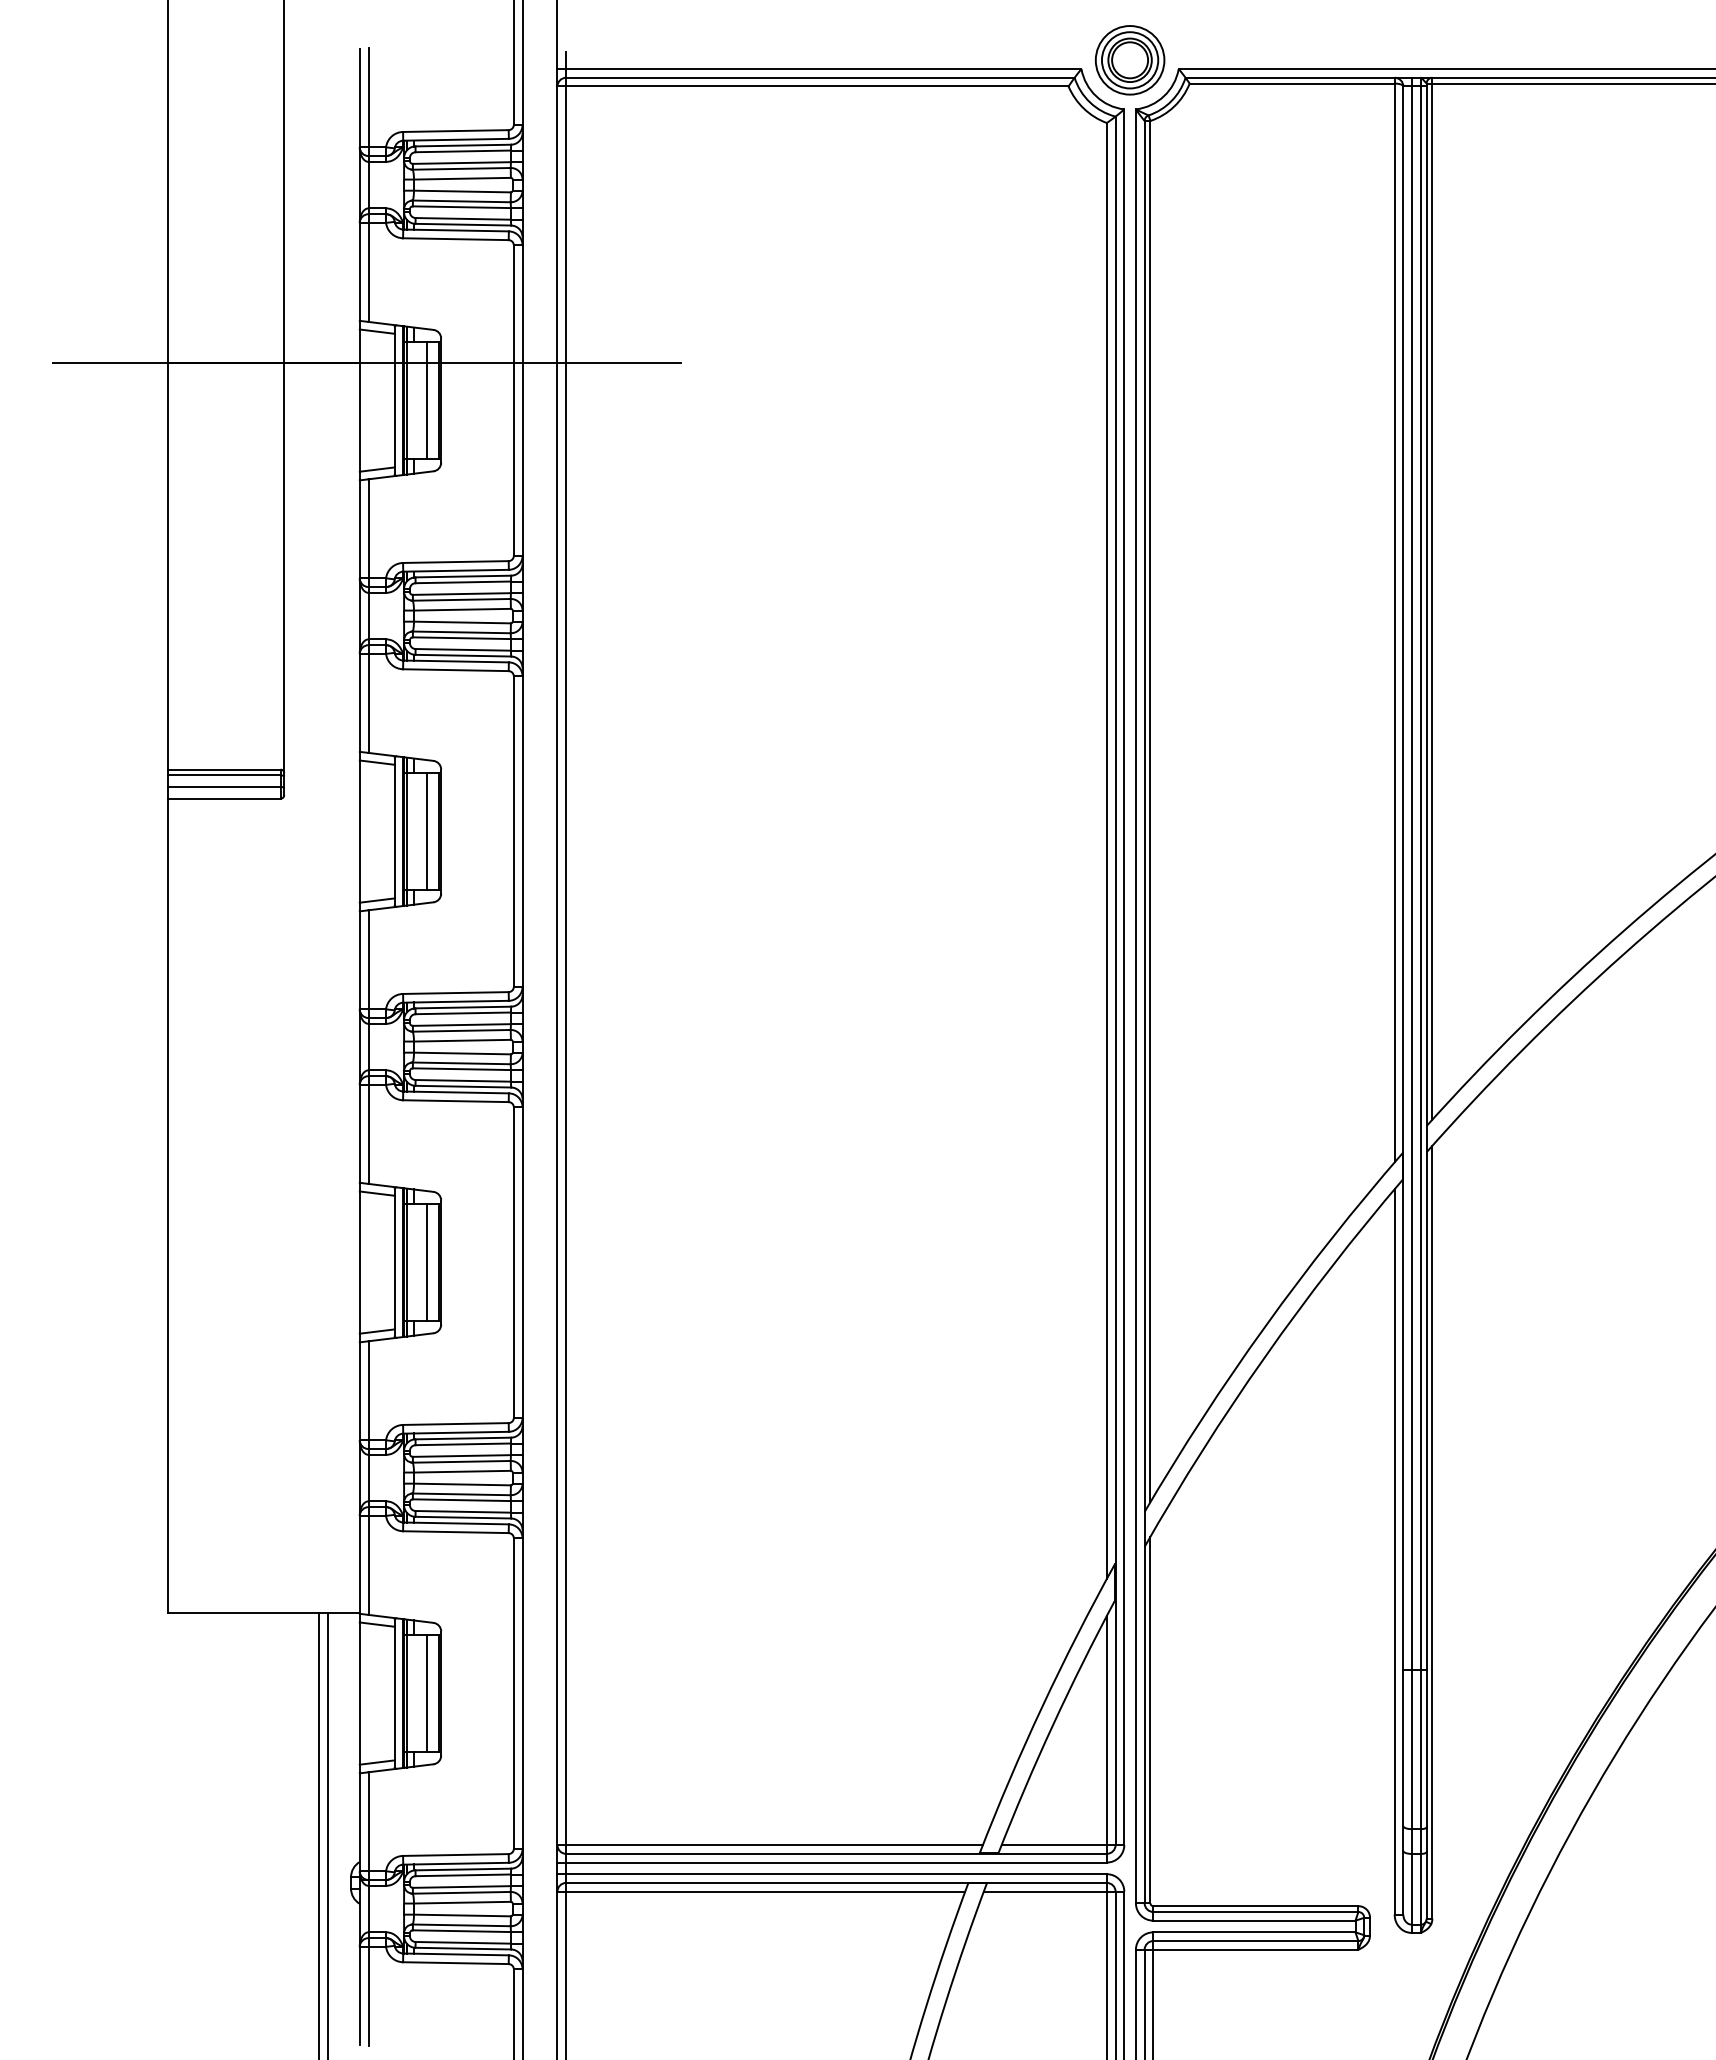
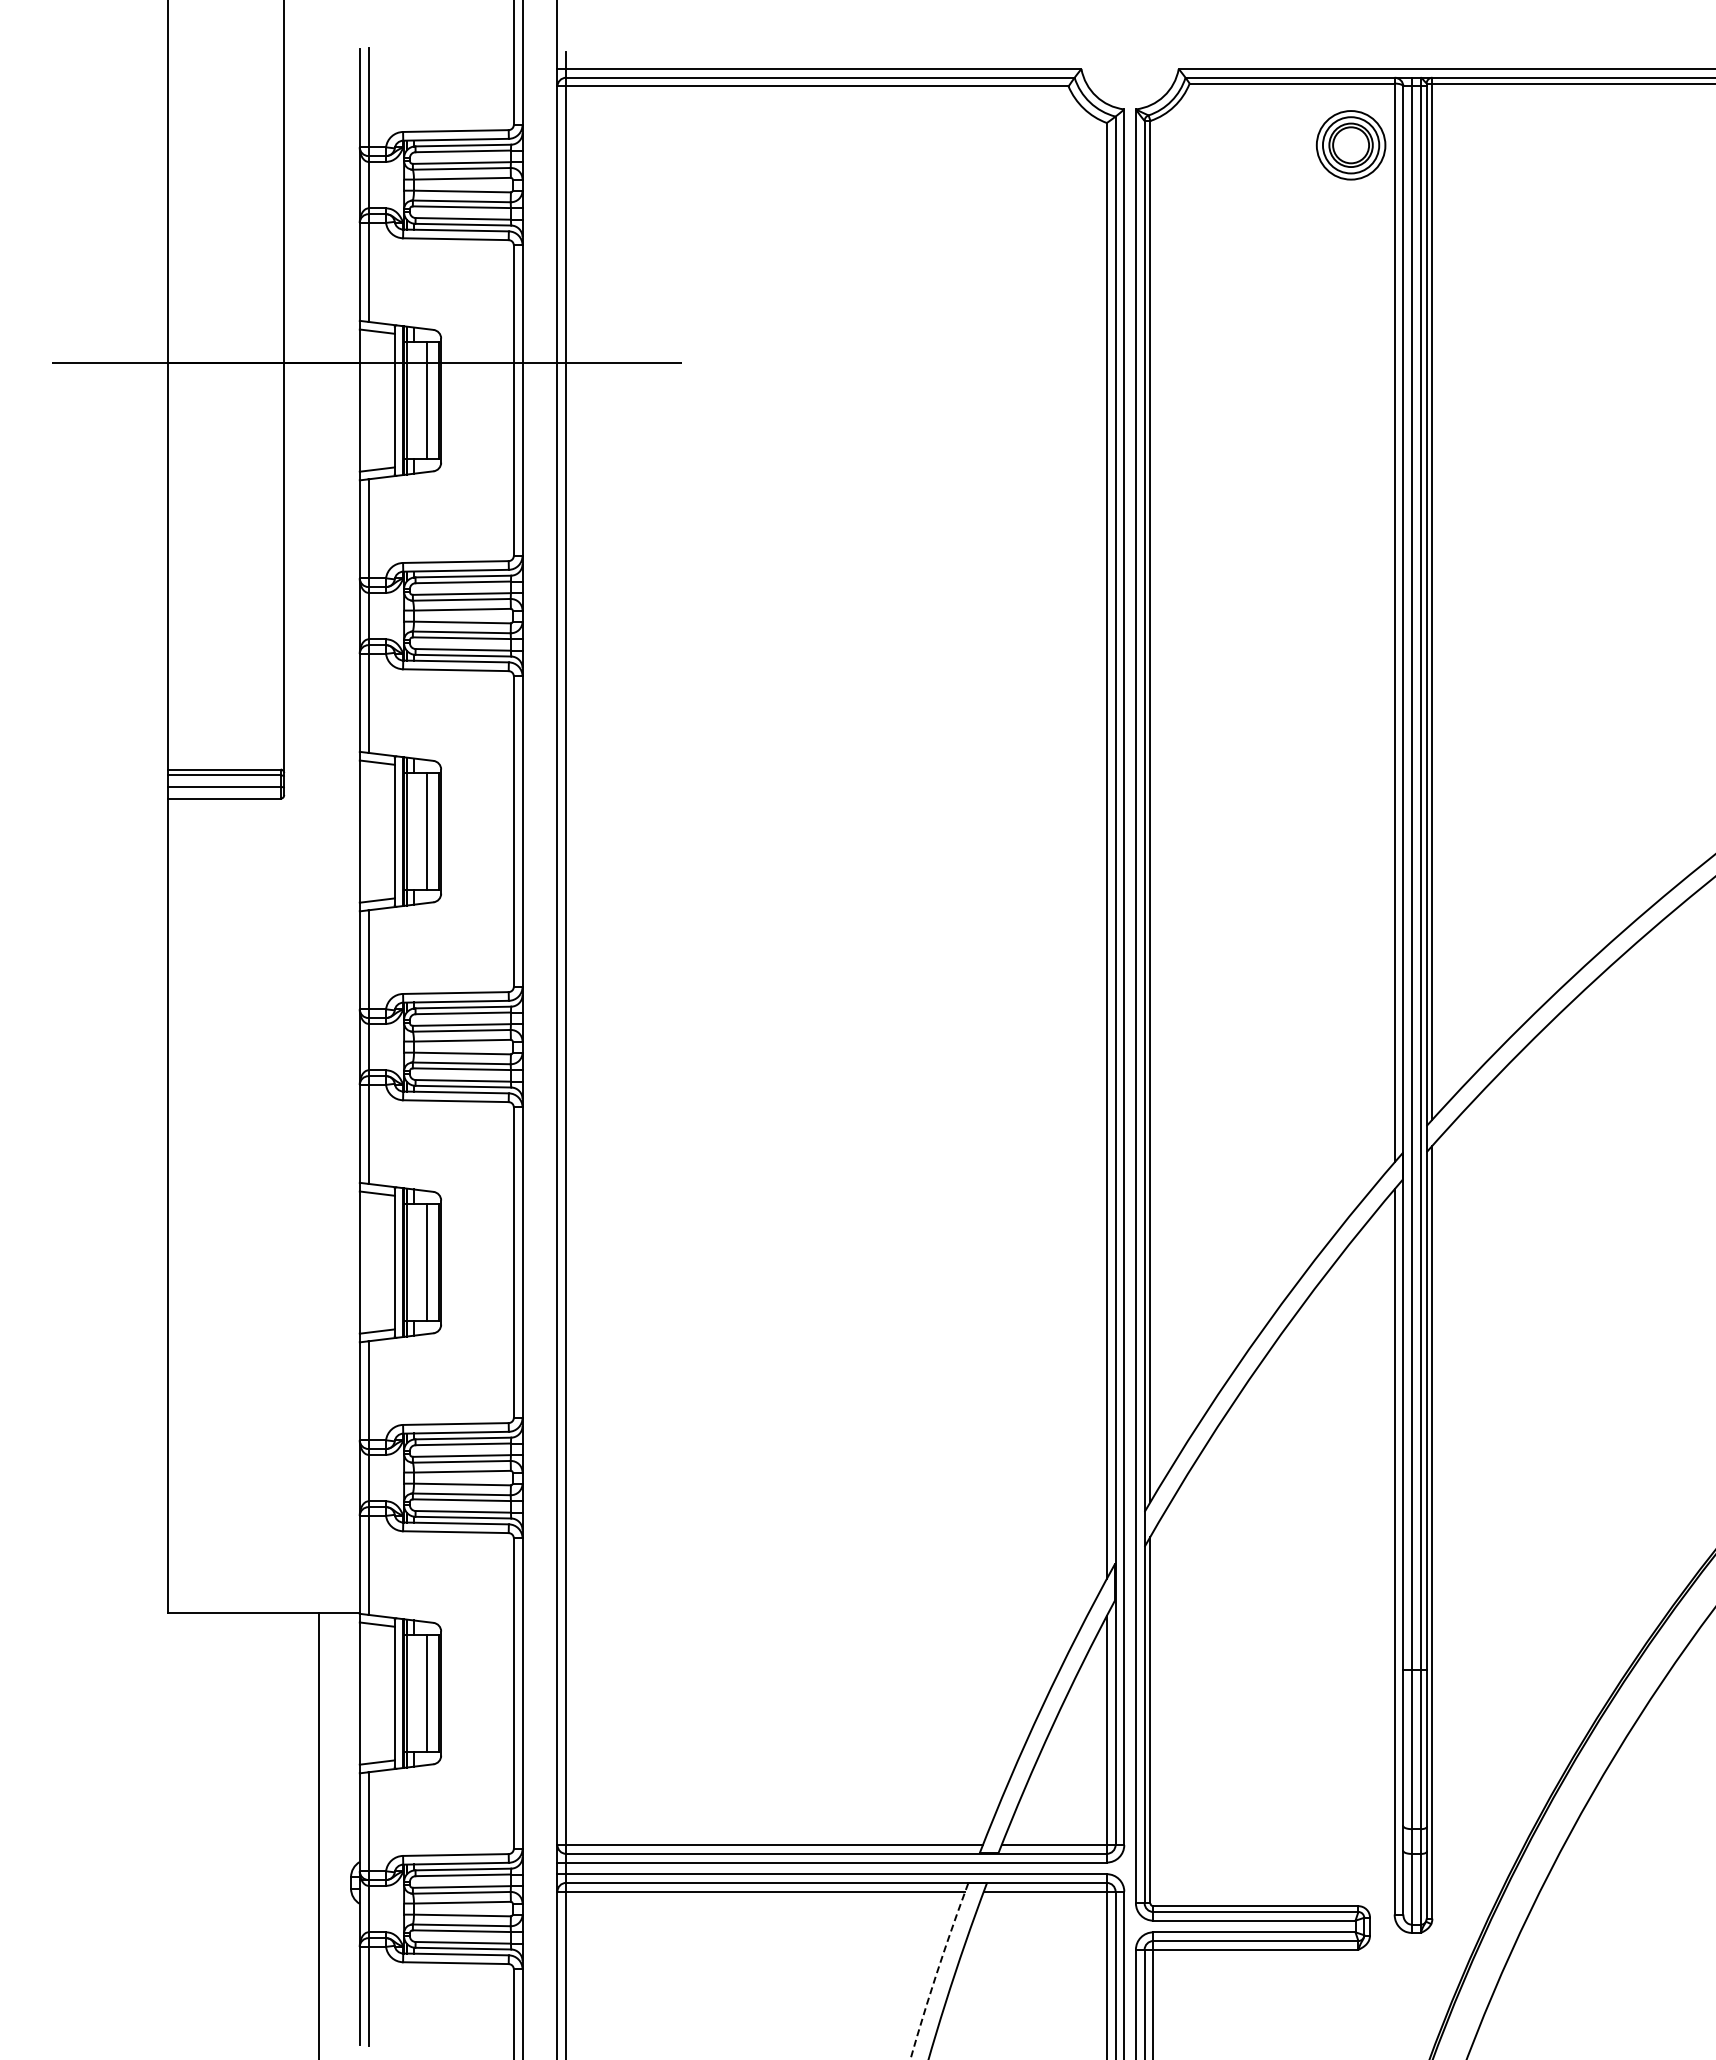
part at (1129, 60) position: (1129, 60) -> (1350, 145)
line at (327, 1834): present -> none
arc at (937, 1971): solid -> dashed
